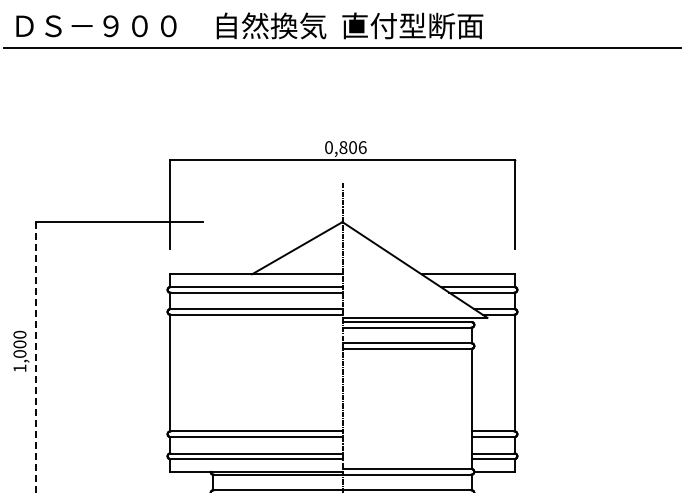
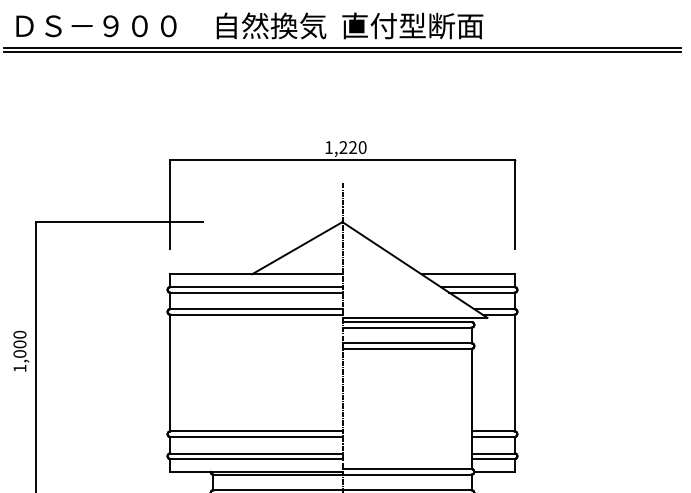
line at (342, 52): none -> present
text at (345, 147): 0,806 -> 1,220
line at (35, 356): dashed -> solid
